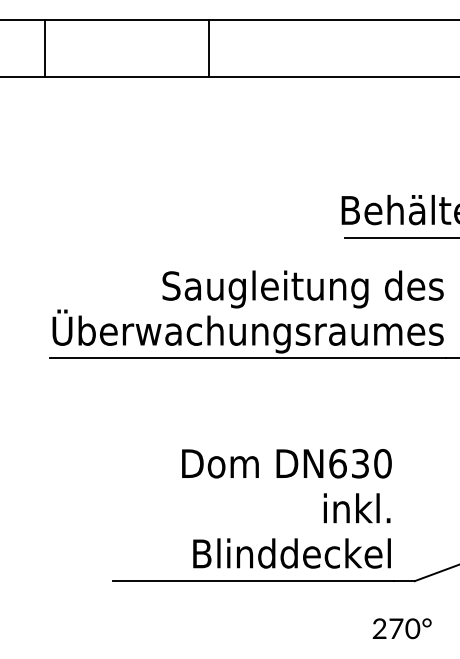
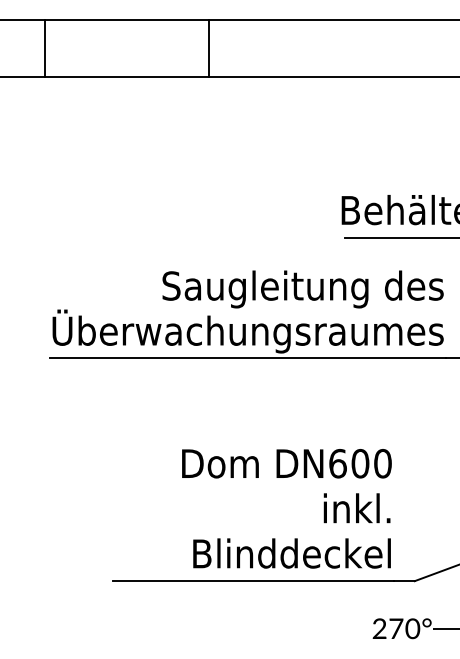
text at (360, 463): DN630 -> DN600
line at (444, 628): none -> present
